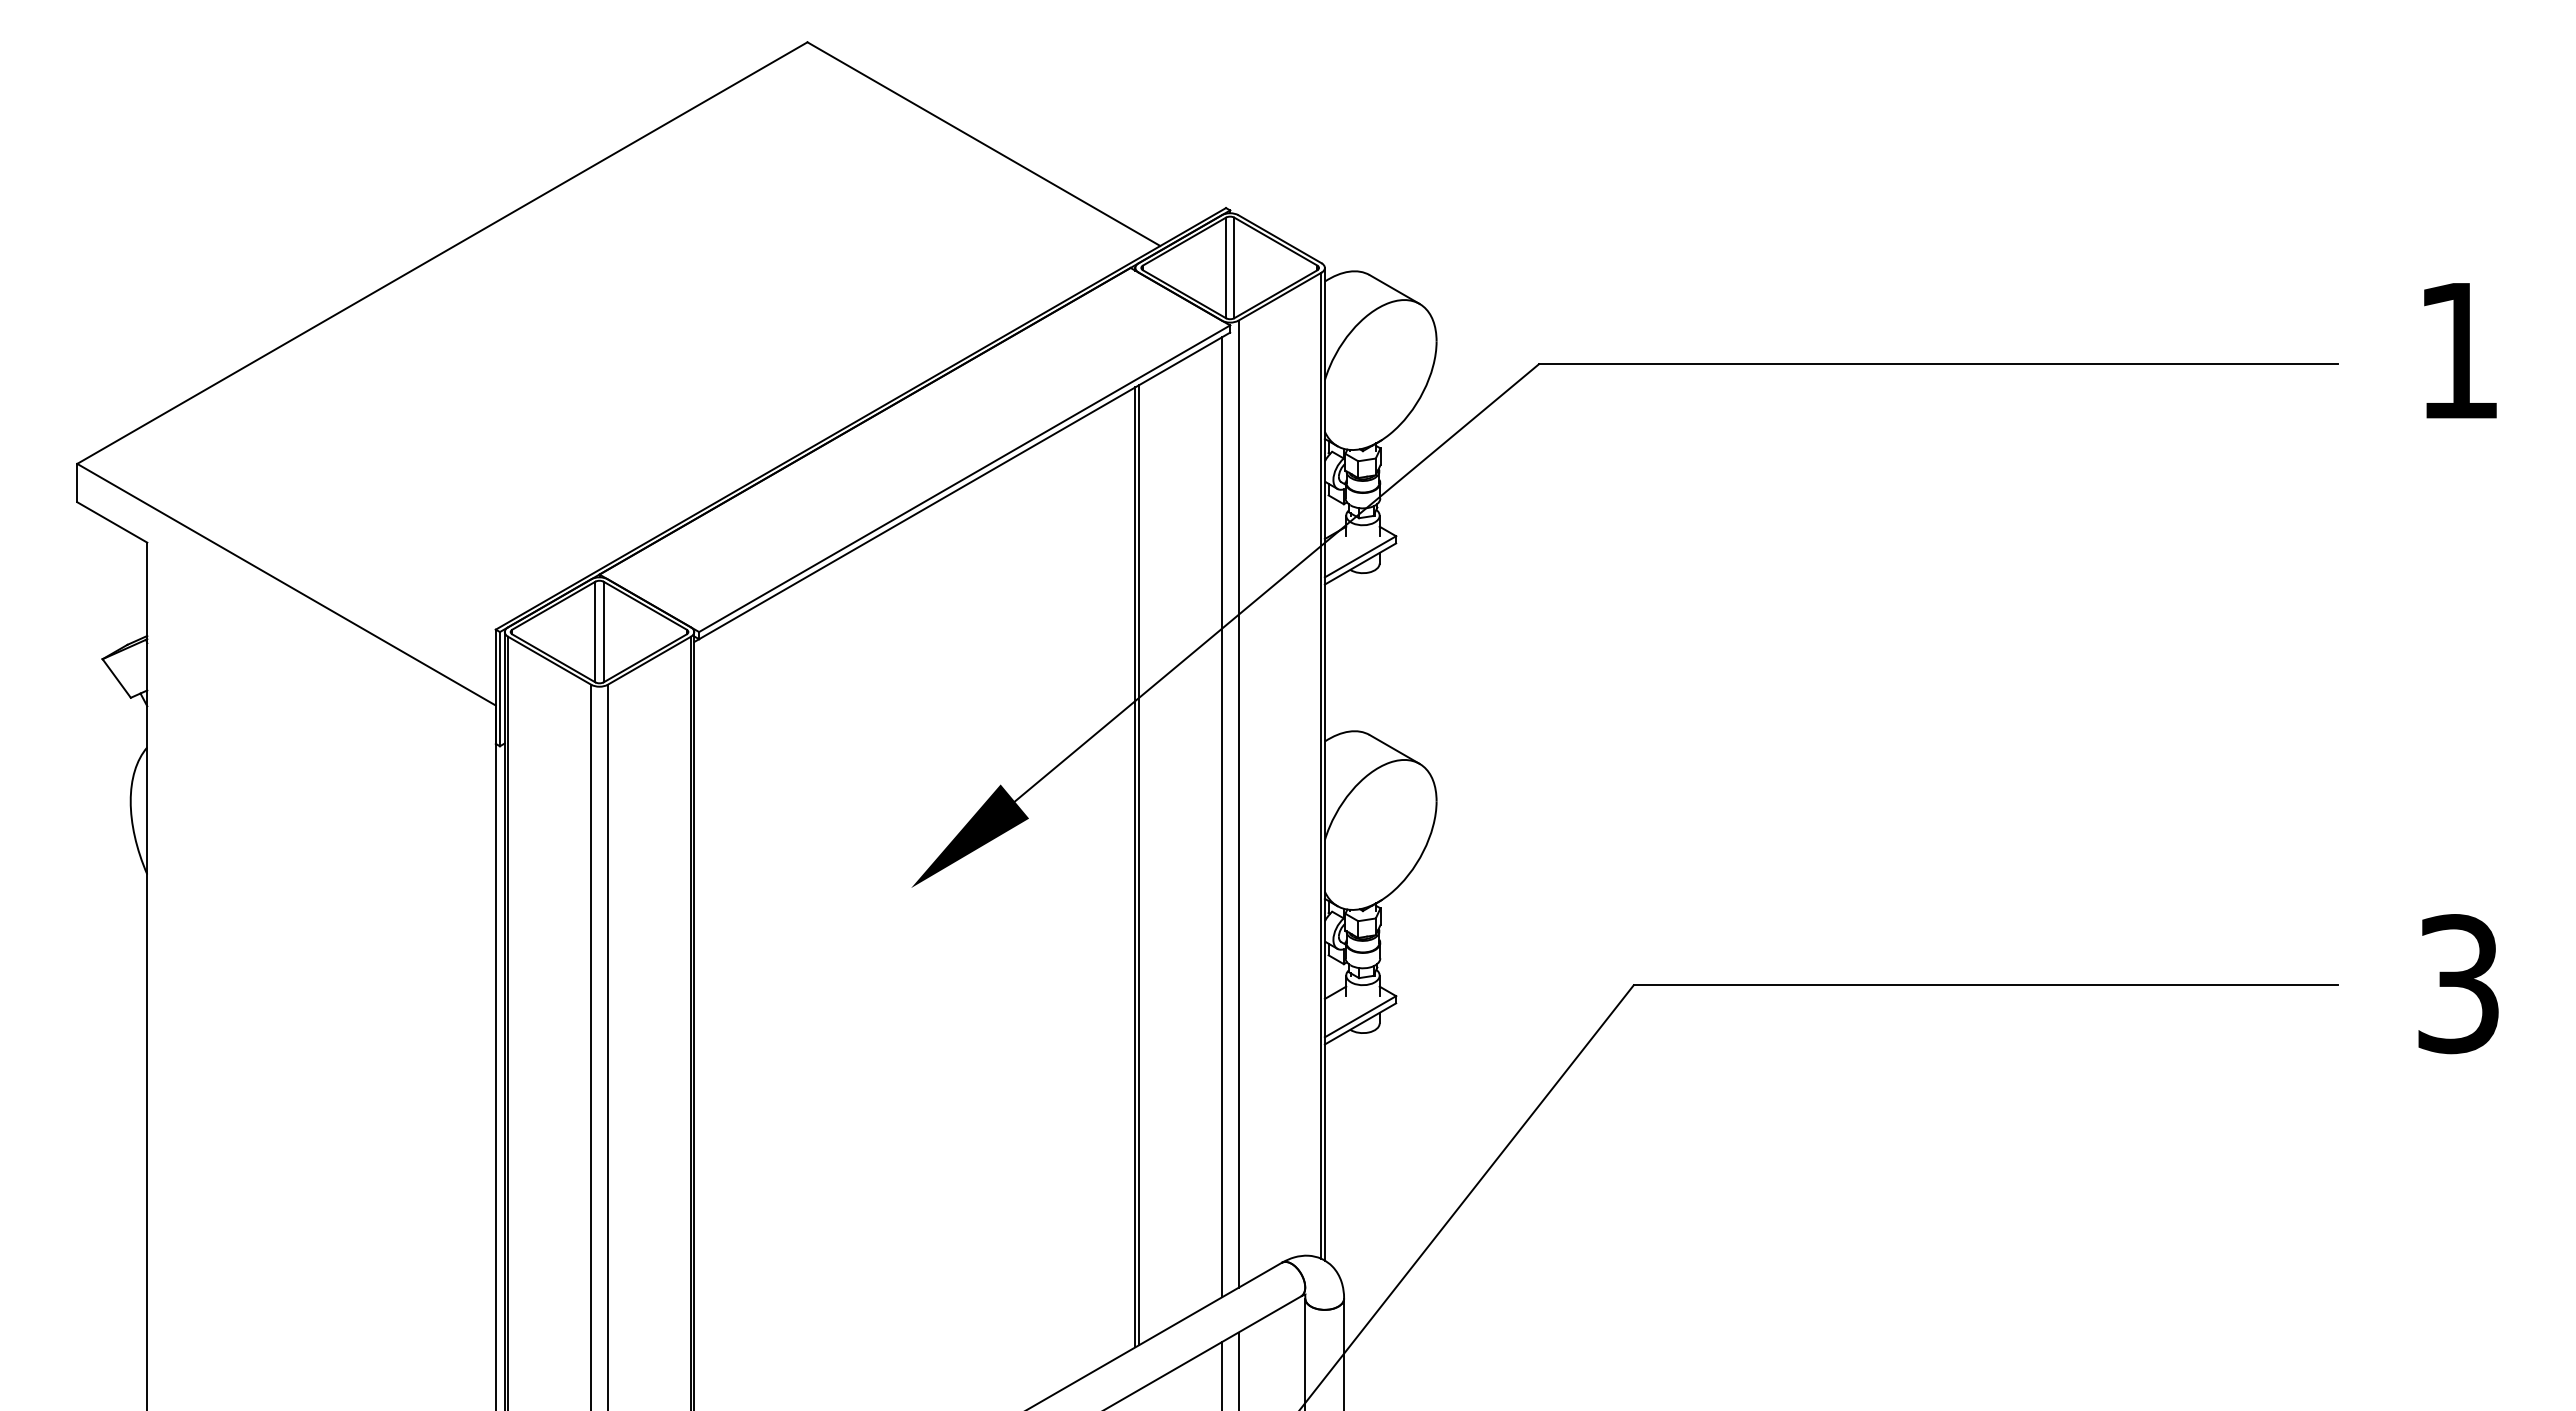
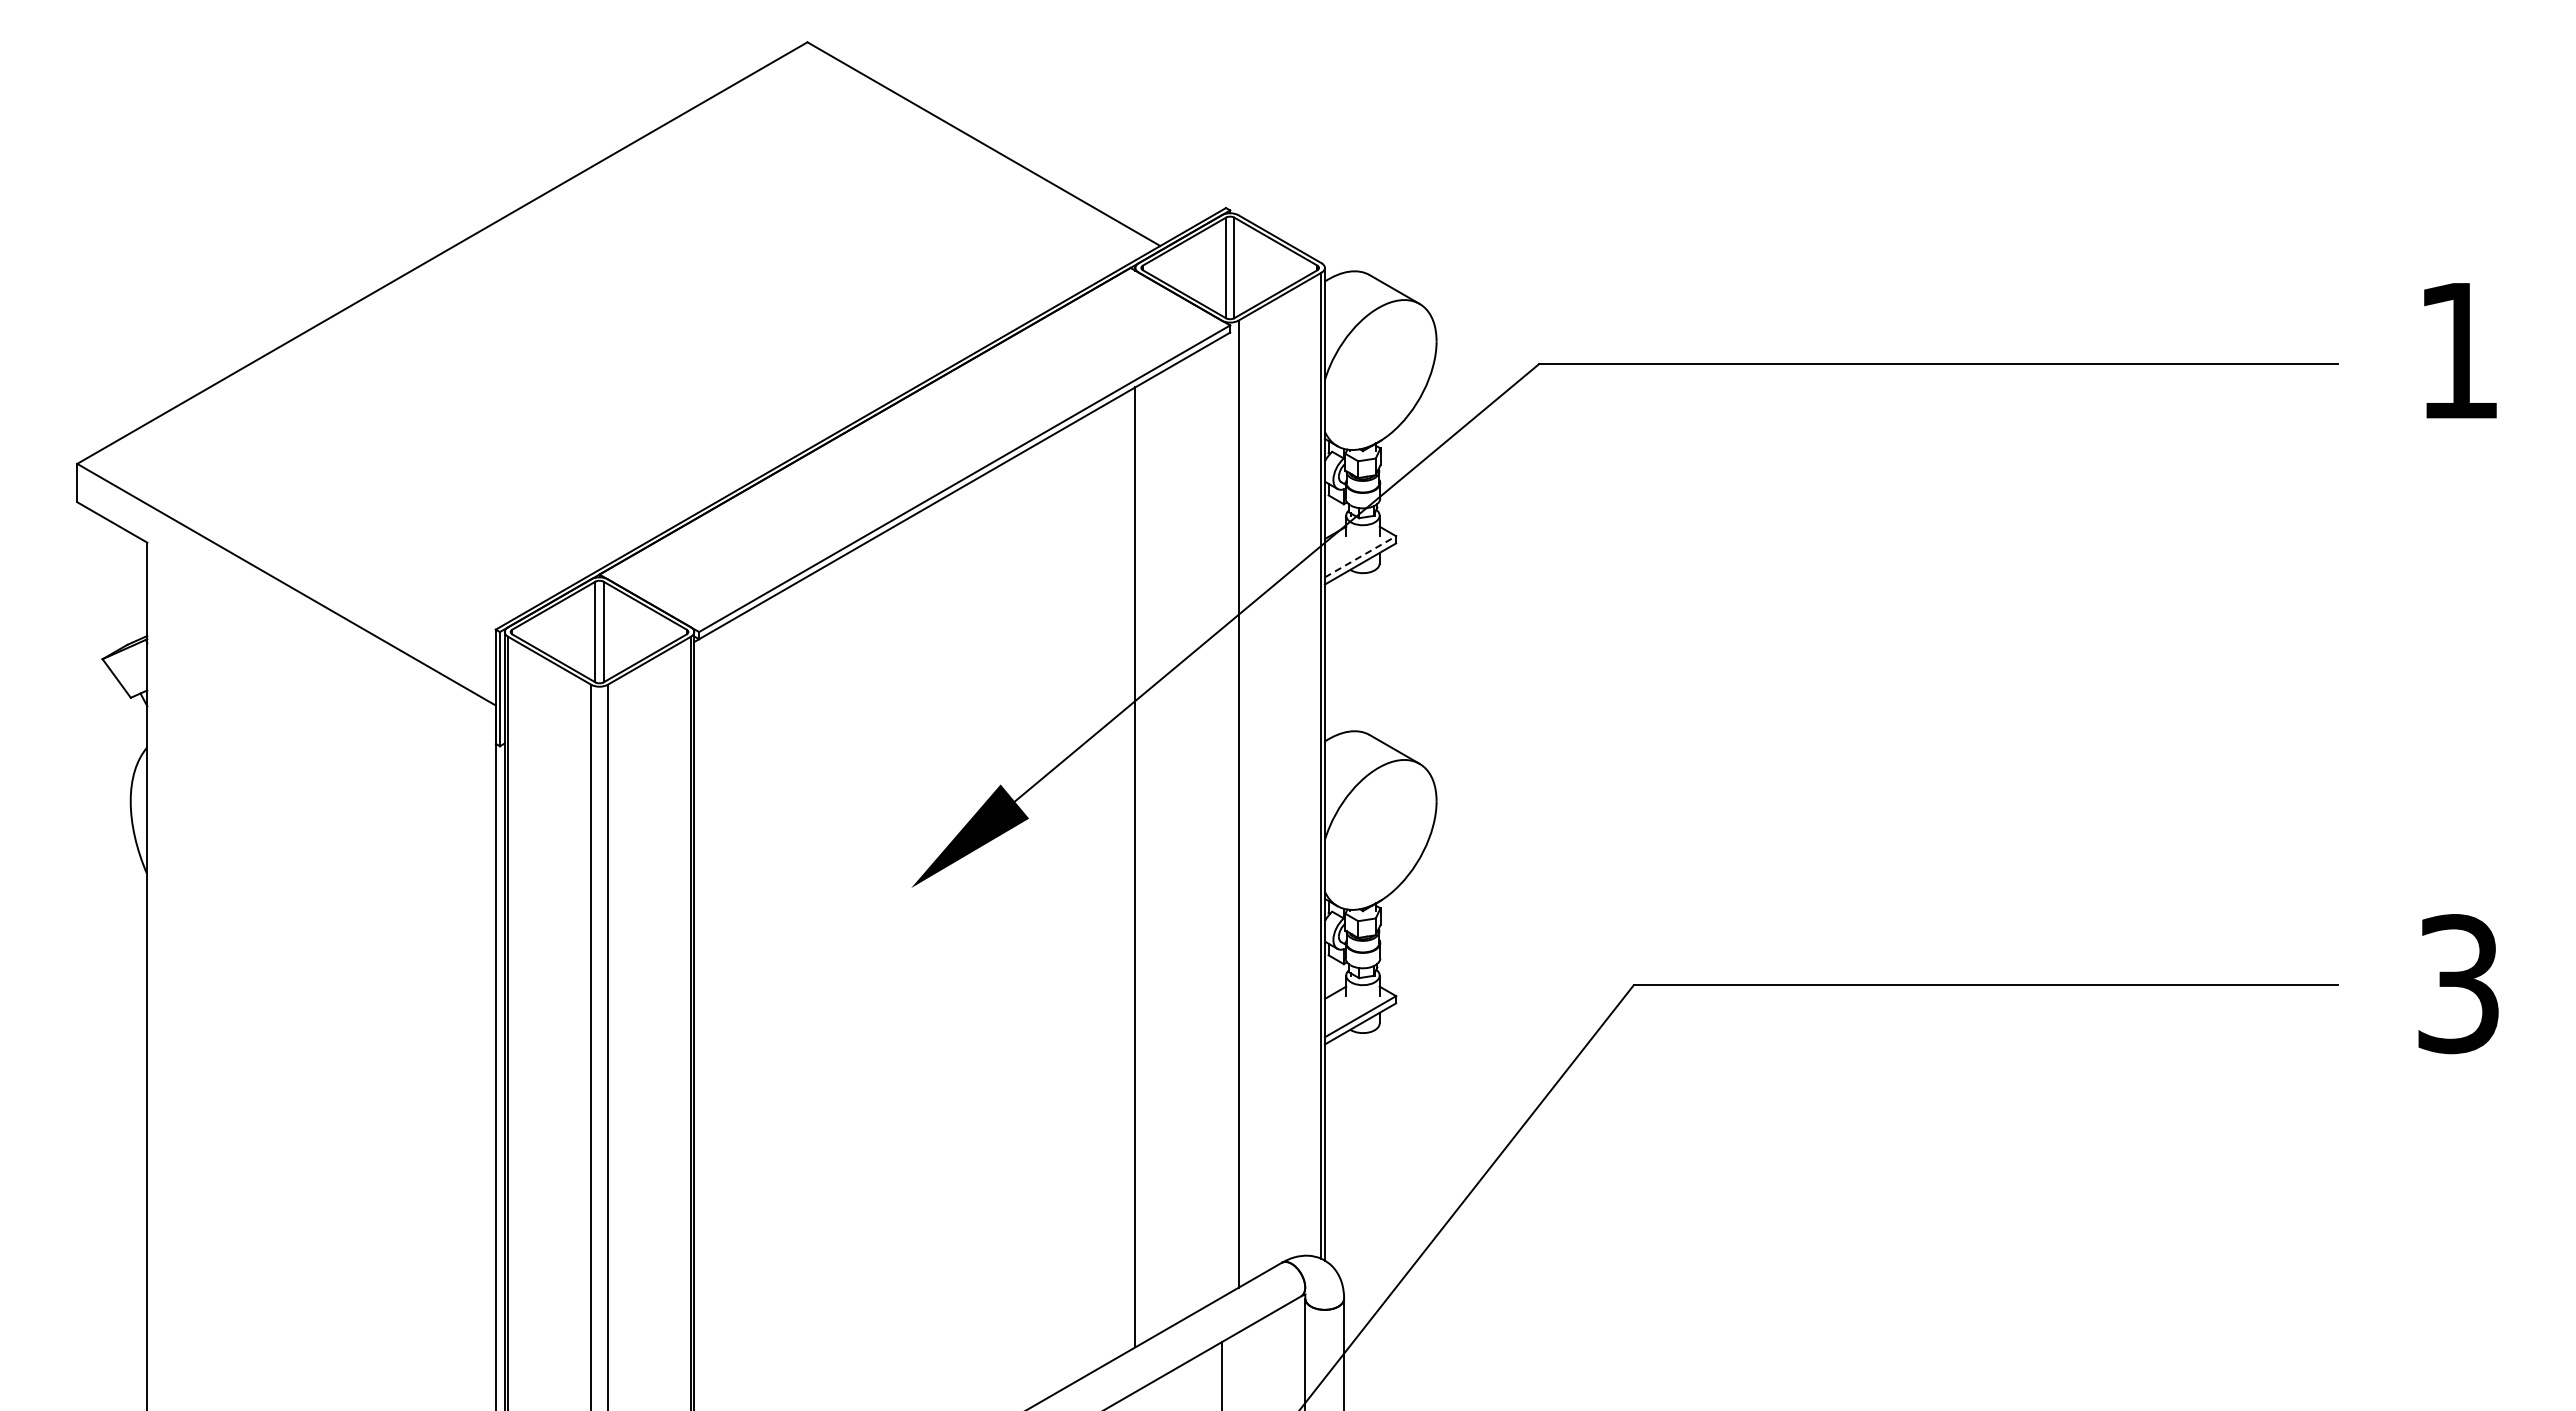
line at (1360, 556): solid -> dashed
line at (1221, 817): present -> none
line at (1138, 865): present -> none
line at (1238, 1369): present -> none
